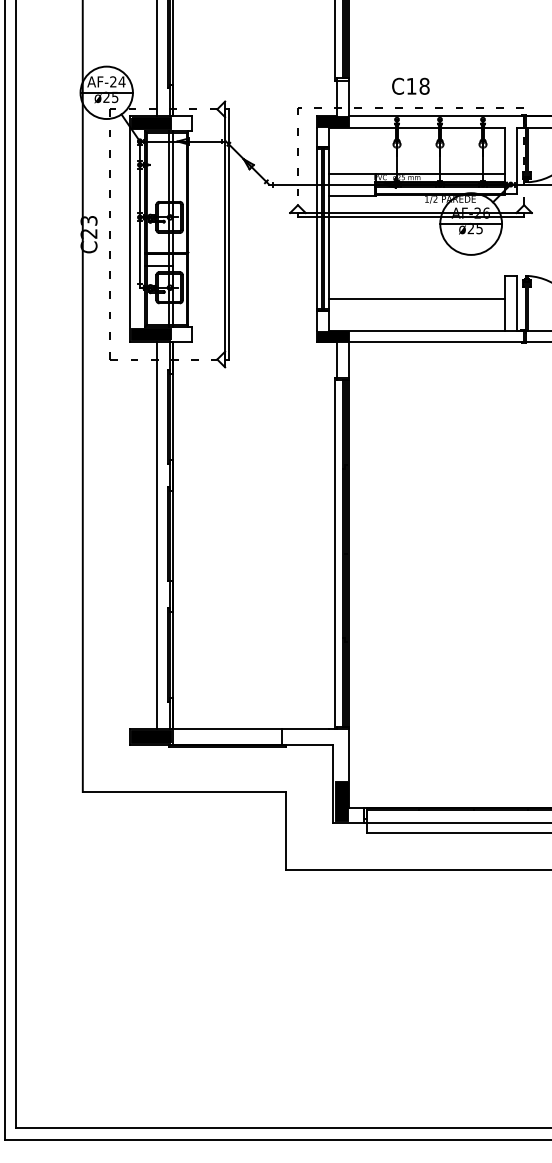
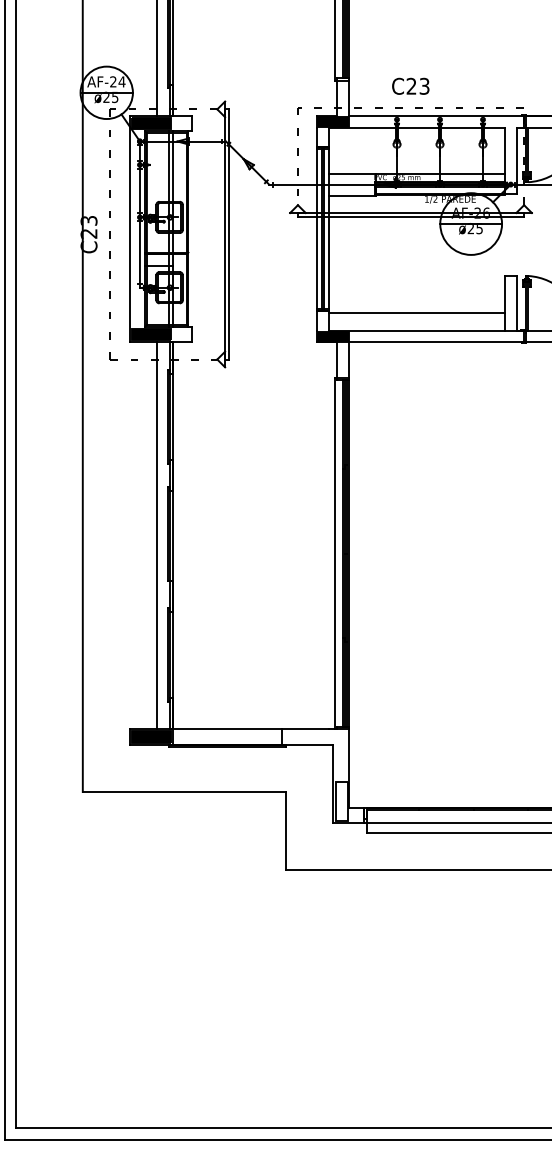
text at (417, 85): C18 -> C23
line at (416, 299) position: (416, 299) -> (416, 313)
fill at (341, 801): present -> none
